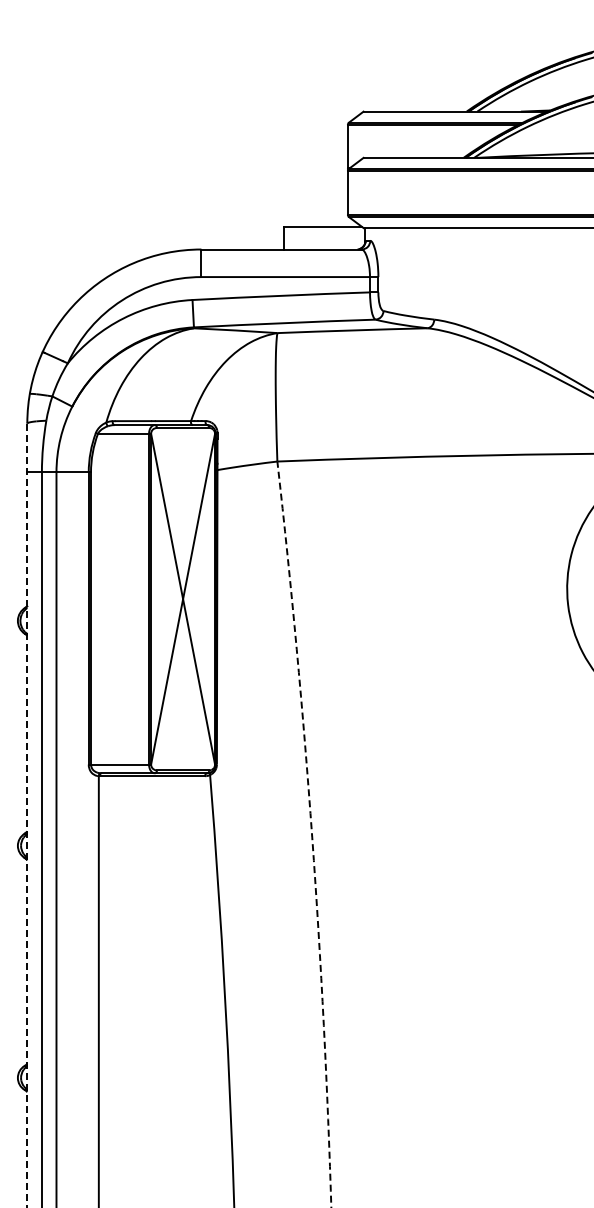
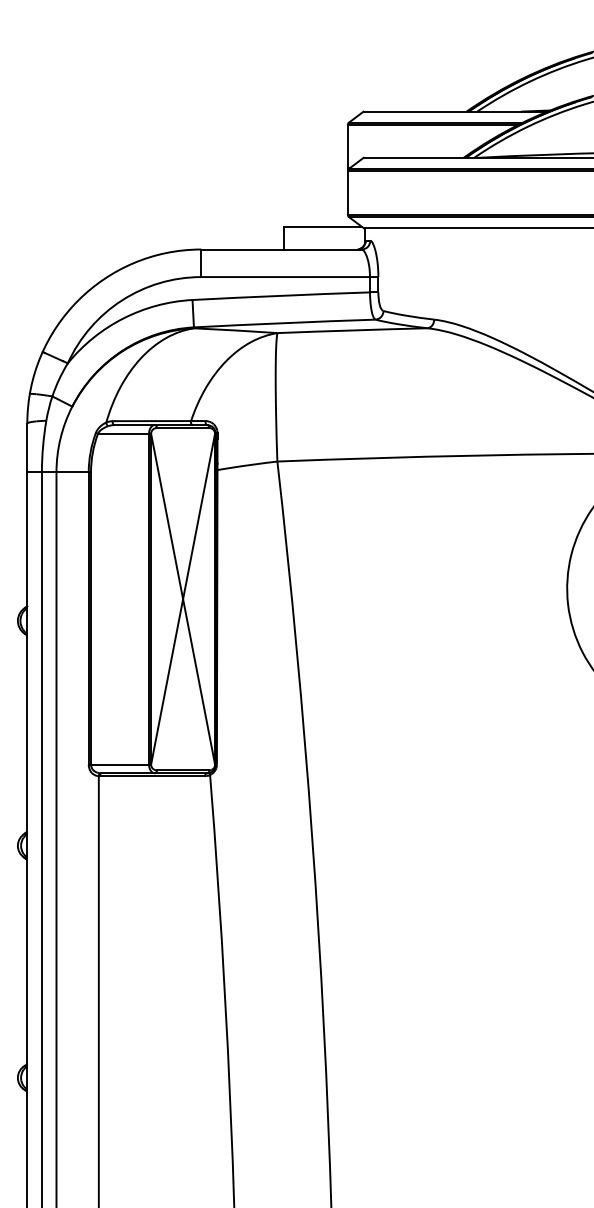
line at (27, 815): dashed -> solid
arc at (311, 834): dashed -> solid
